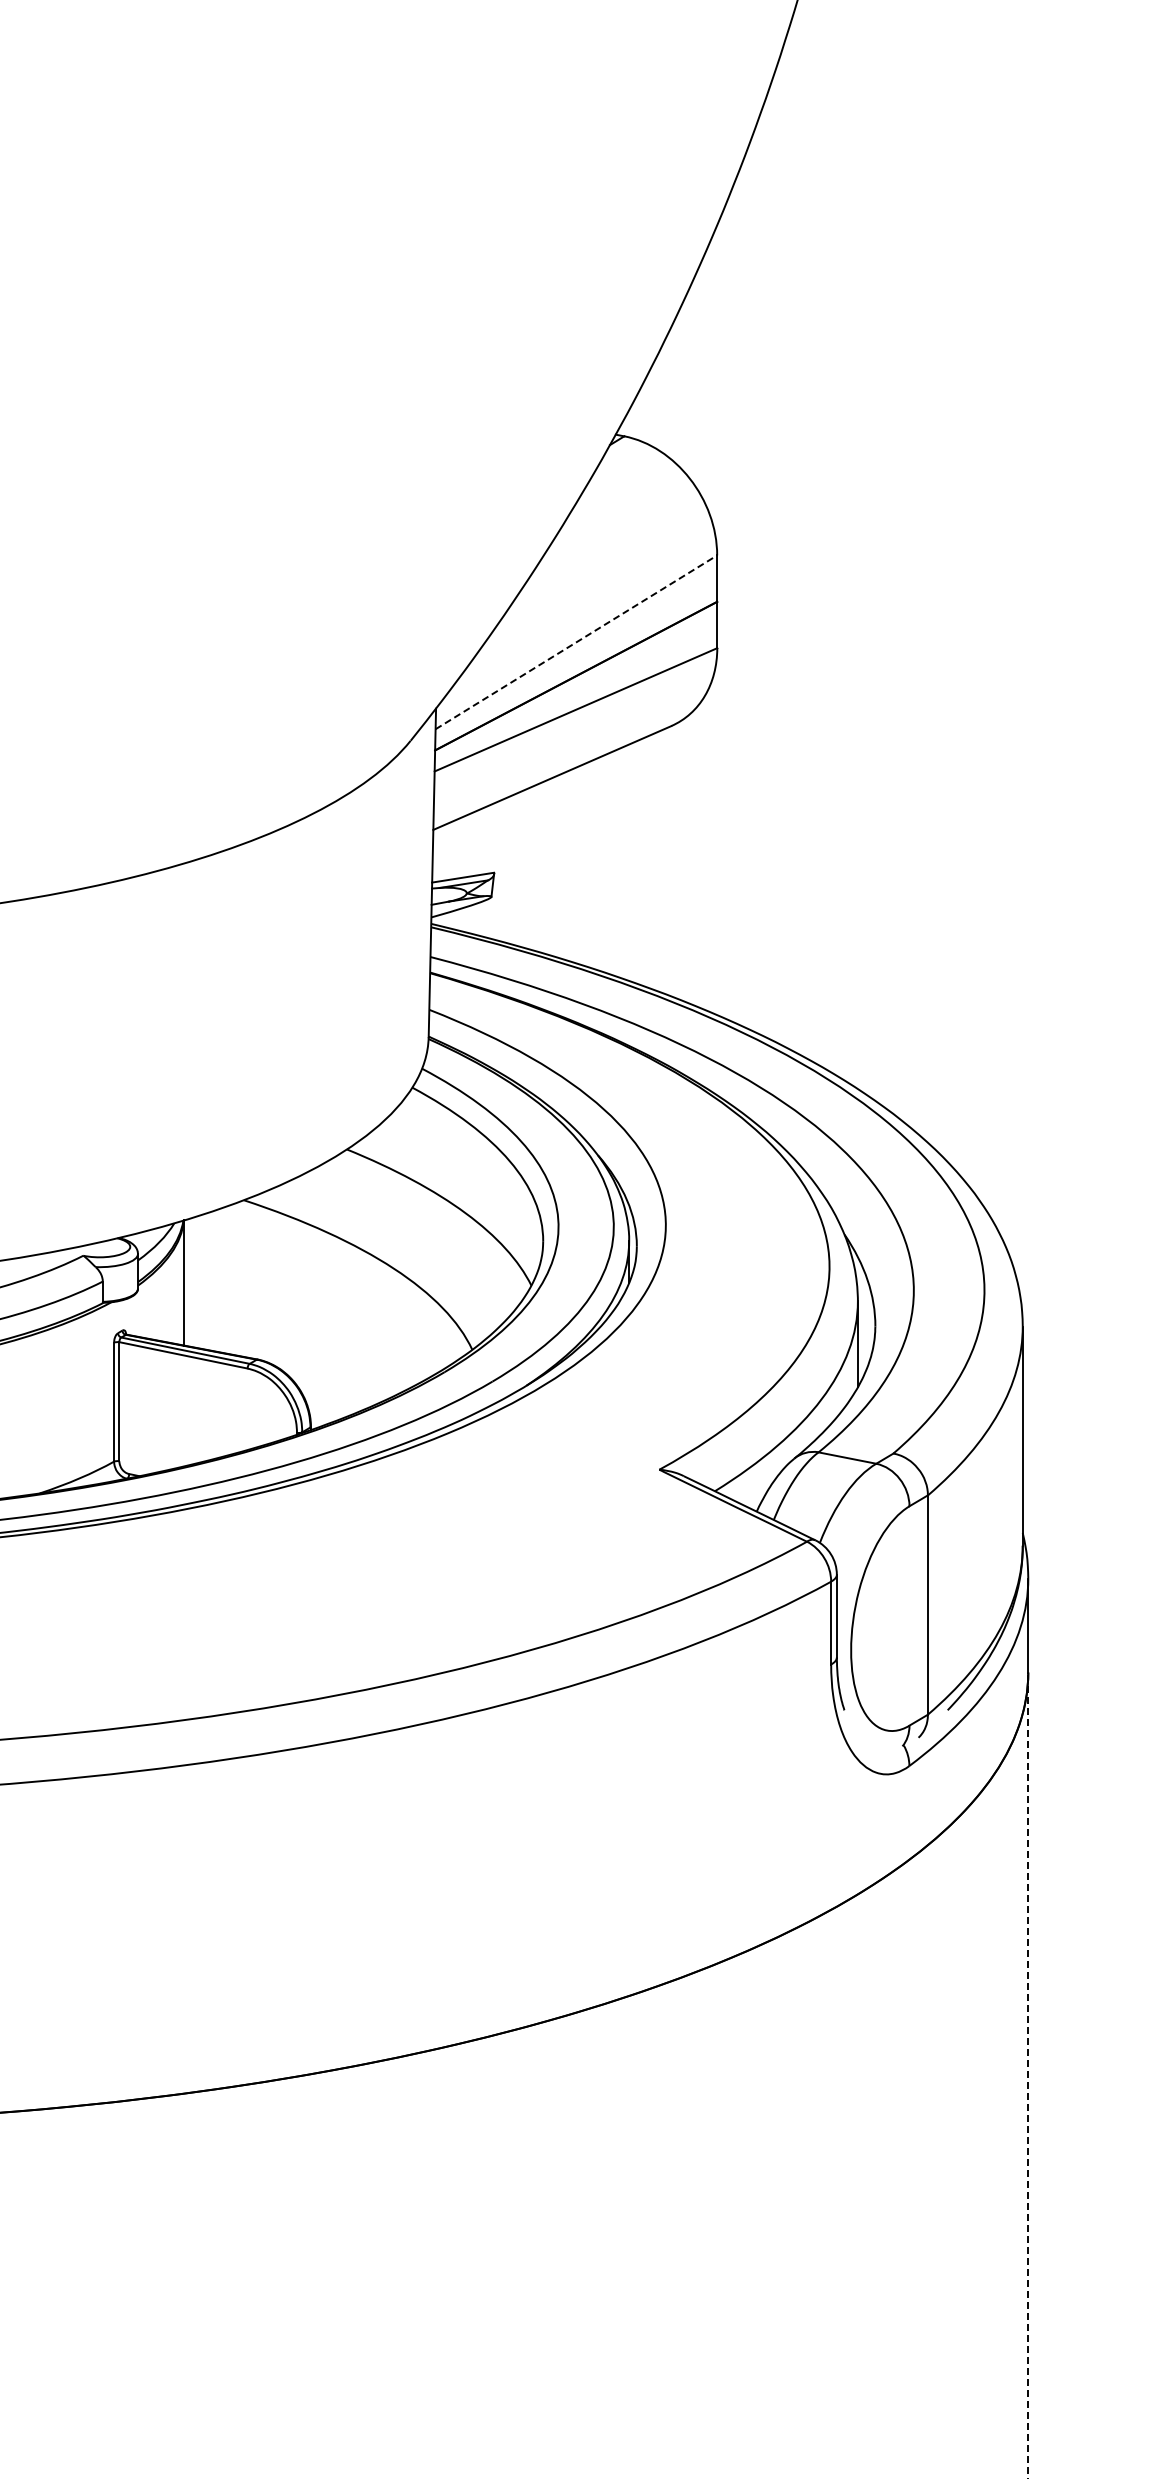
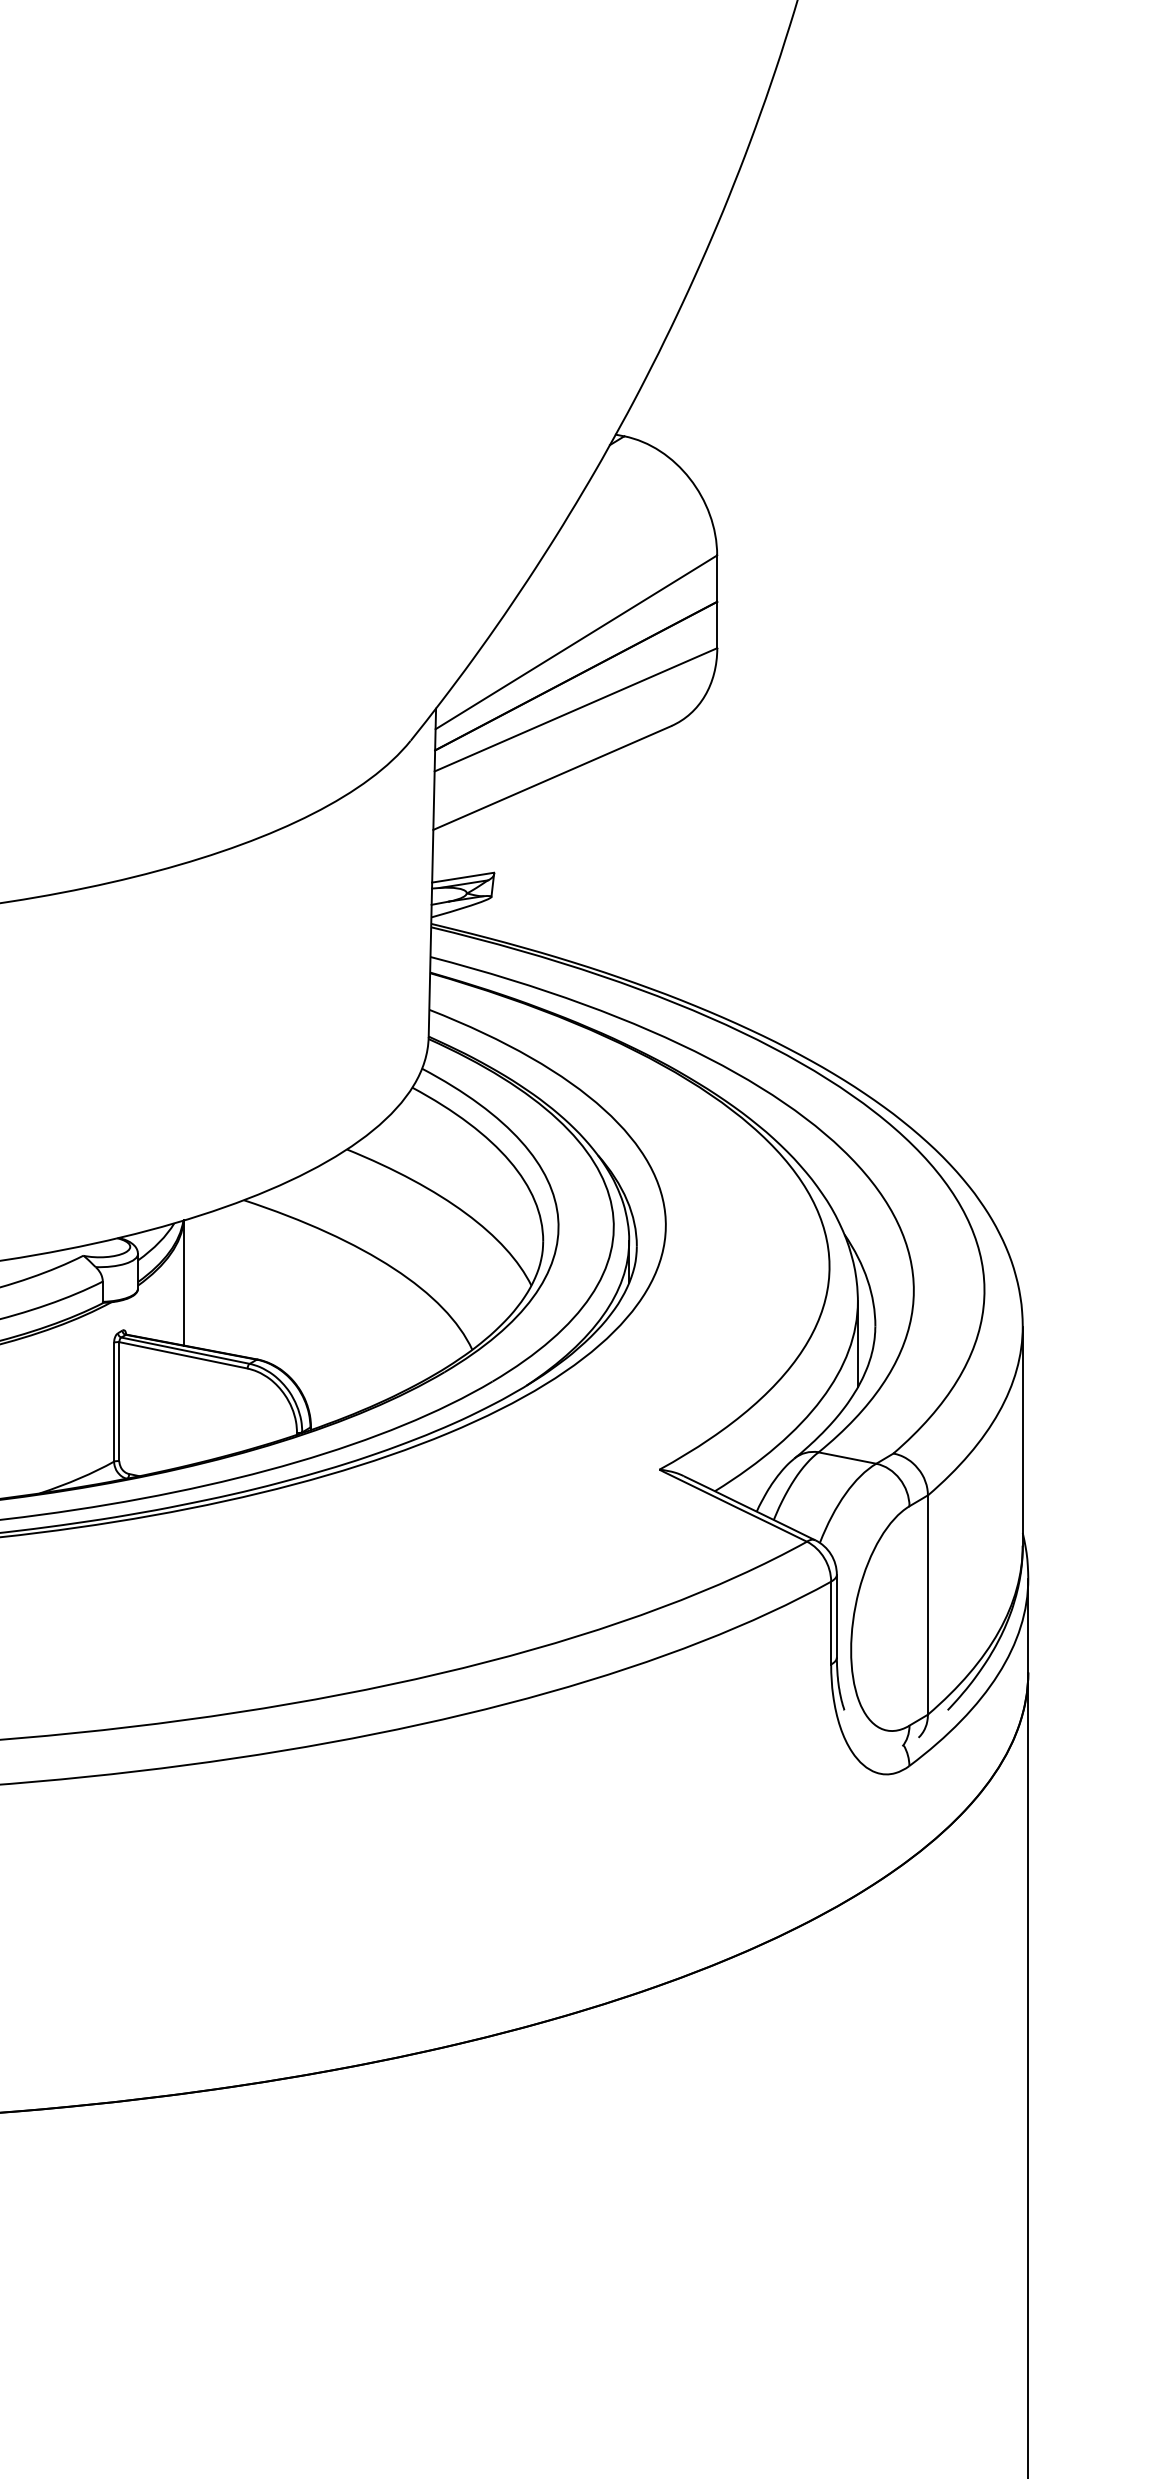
line at (576, 642): dashed -> solid
line at (1028, 2075): dashed -> solid
